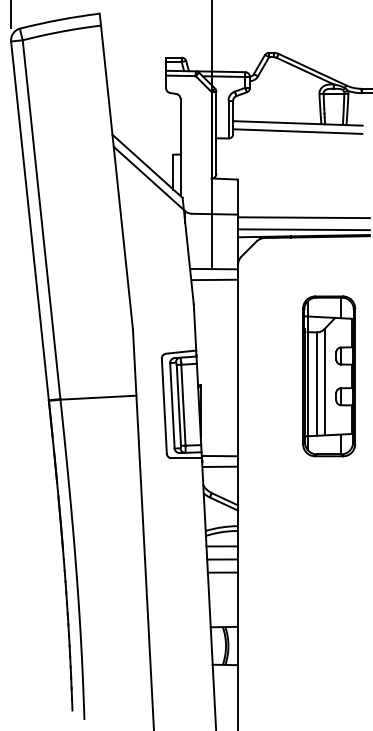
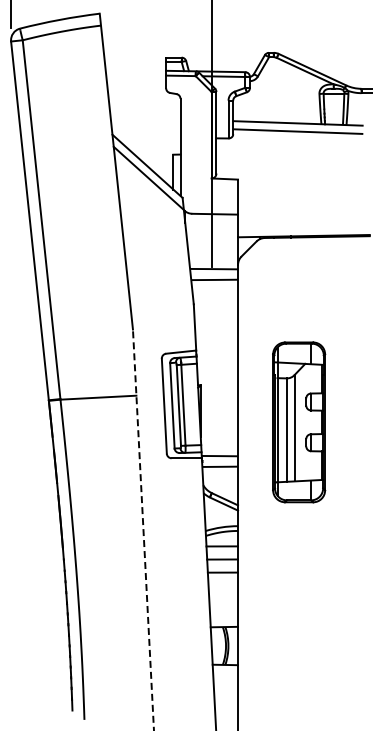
line at (303, 217): present -> none
line at (303, 229): present -> none
part at (329, 376) position: (329, 376) -> (299, 422)
line at (143, 530): solid -> dashed
